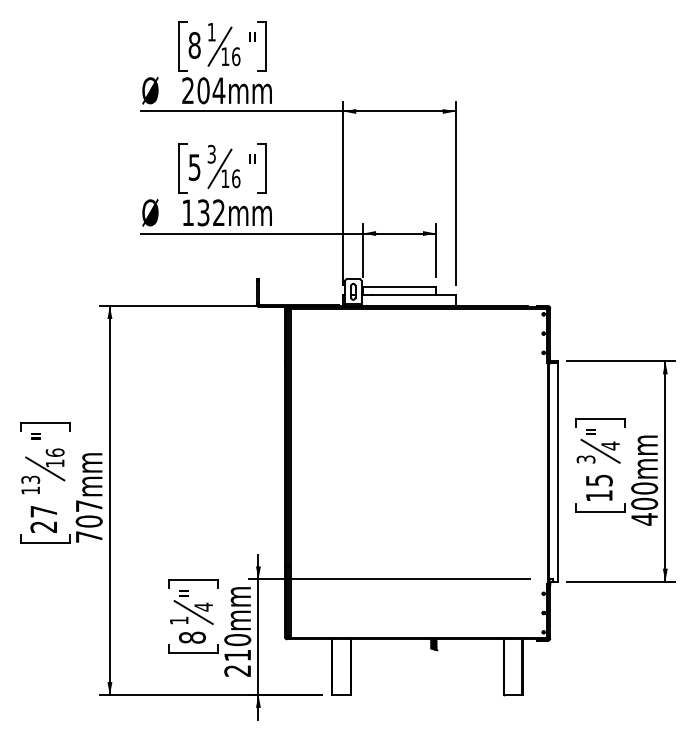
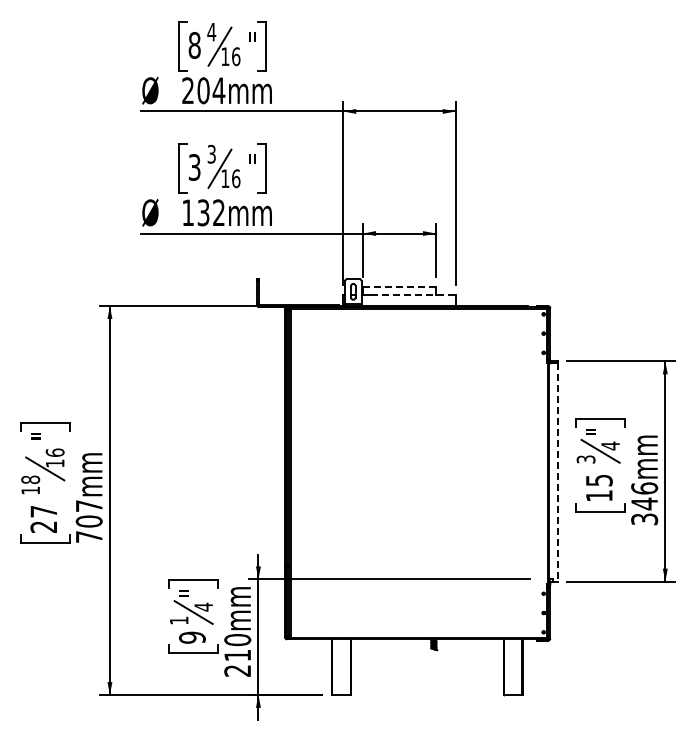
text at (211, 32): 1 -> 4
text at (194, 167): 5 -> 3
line at (400, 287): solid -> dashed
line at (413, 294): solid -> dashed
line at (557, 472): solid -> dashed
text at (30, 479): 13 -> 18
text at (644, 503): 400mm -> 346mm
text at (192, 637): 8 -> 9
